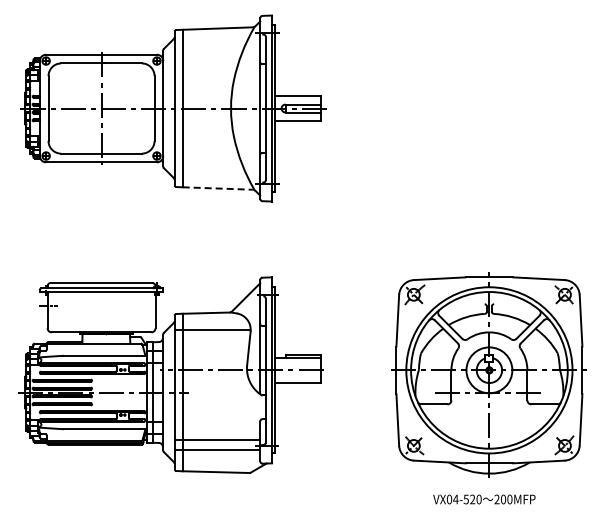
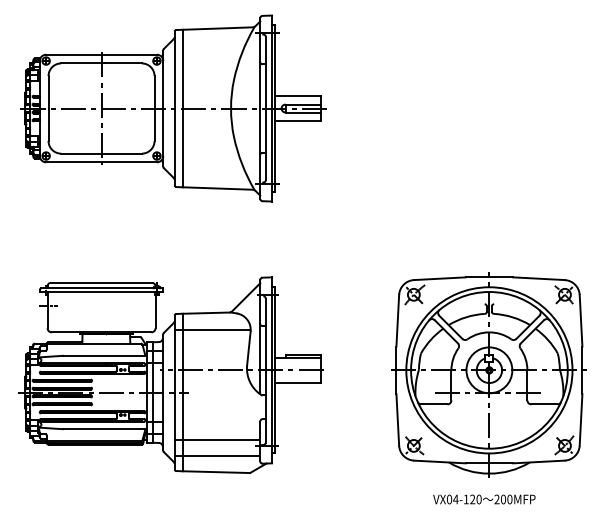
line at (218, 188): dashed -> solid
line at (216, 450) position: (216, 450) -> (216, 456)
text at (465, 499): VX04-520 -> VX04-120
